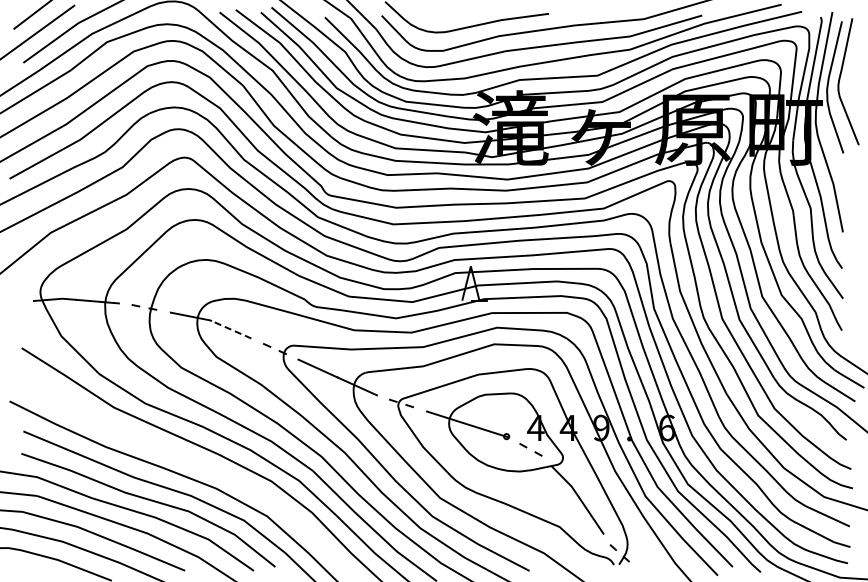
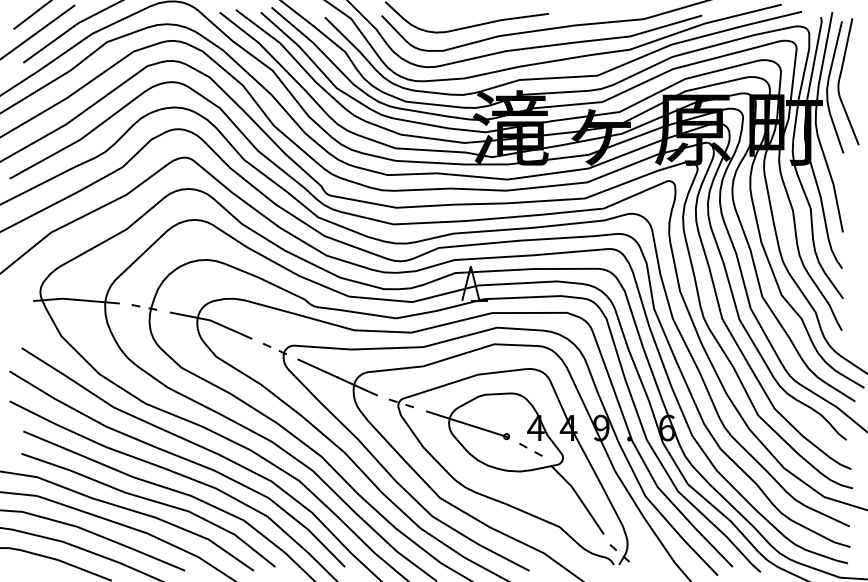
line at (231, 329): dashed -> solid
curve at (180, 458): none -> present
